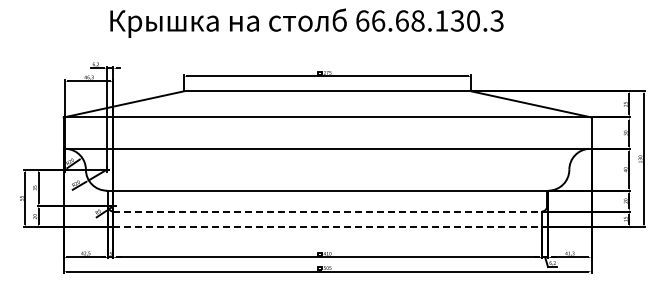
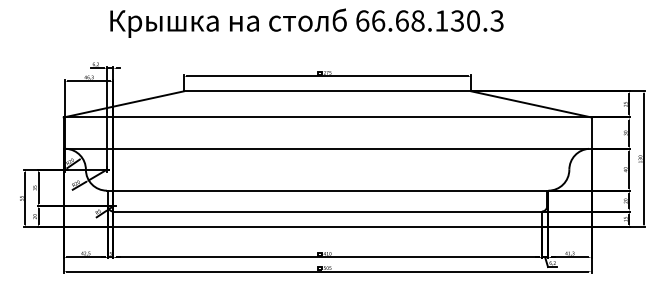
line at (328, 211): dashed -> solid
line at (328, 227): dashed -> solid
